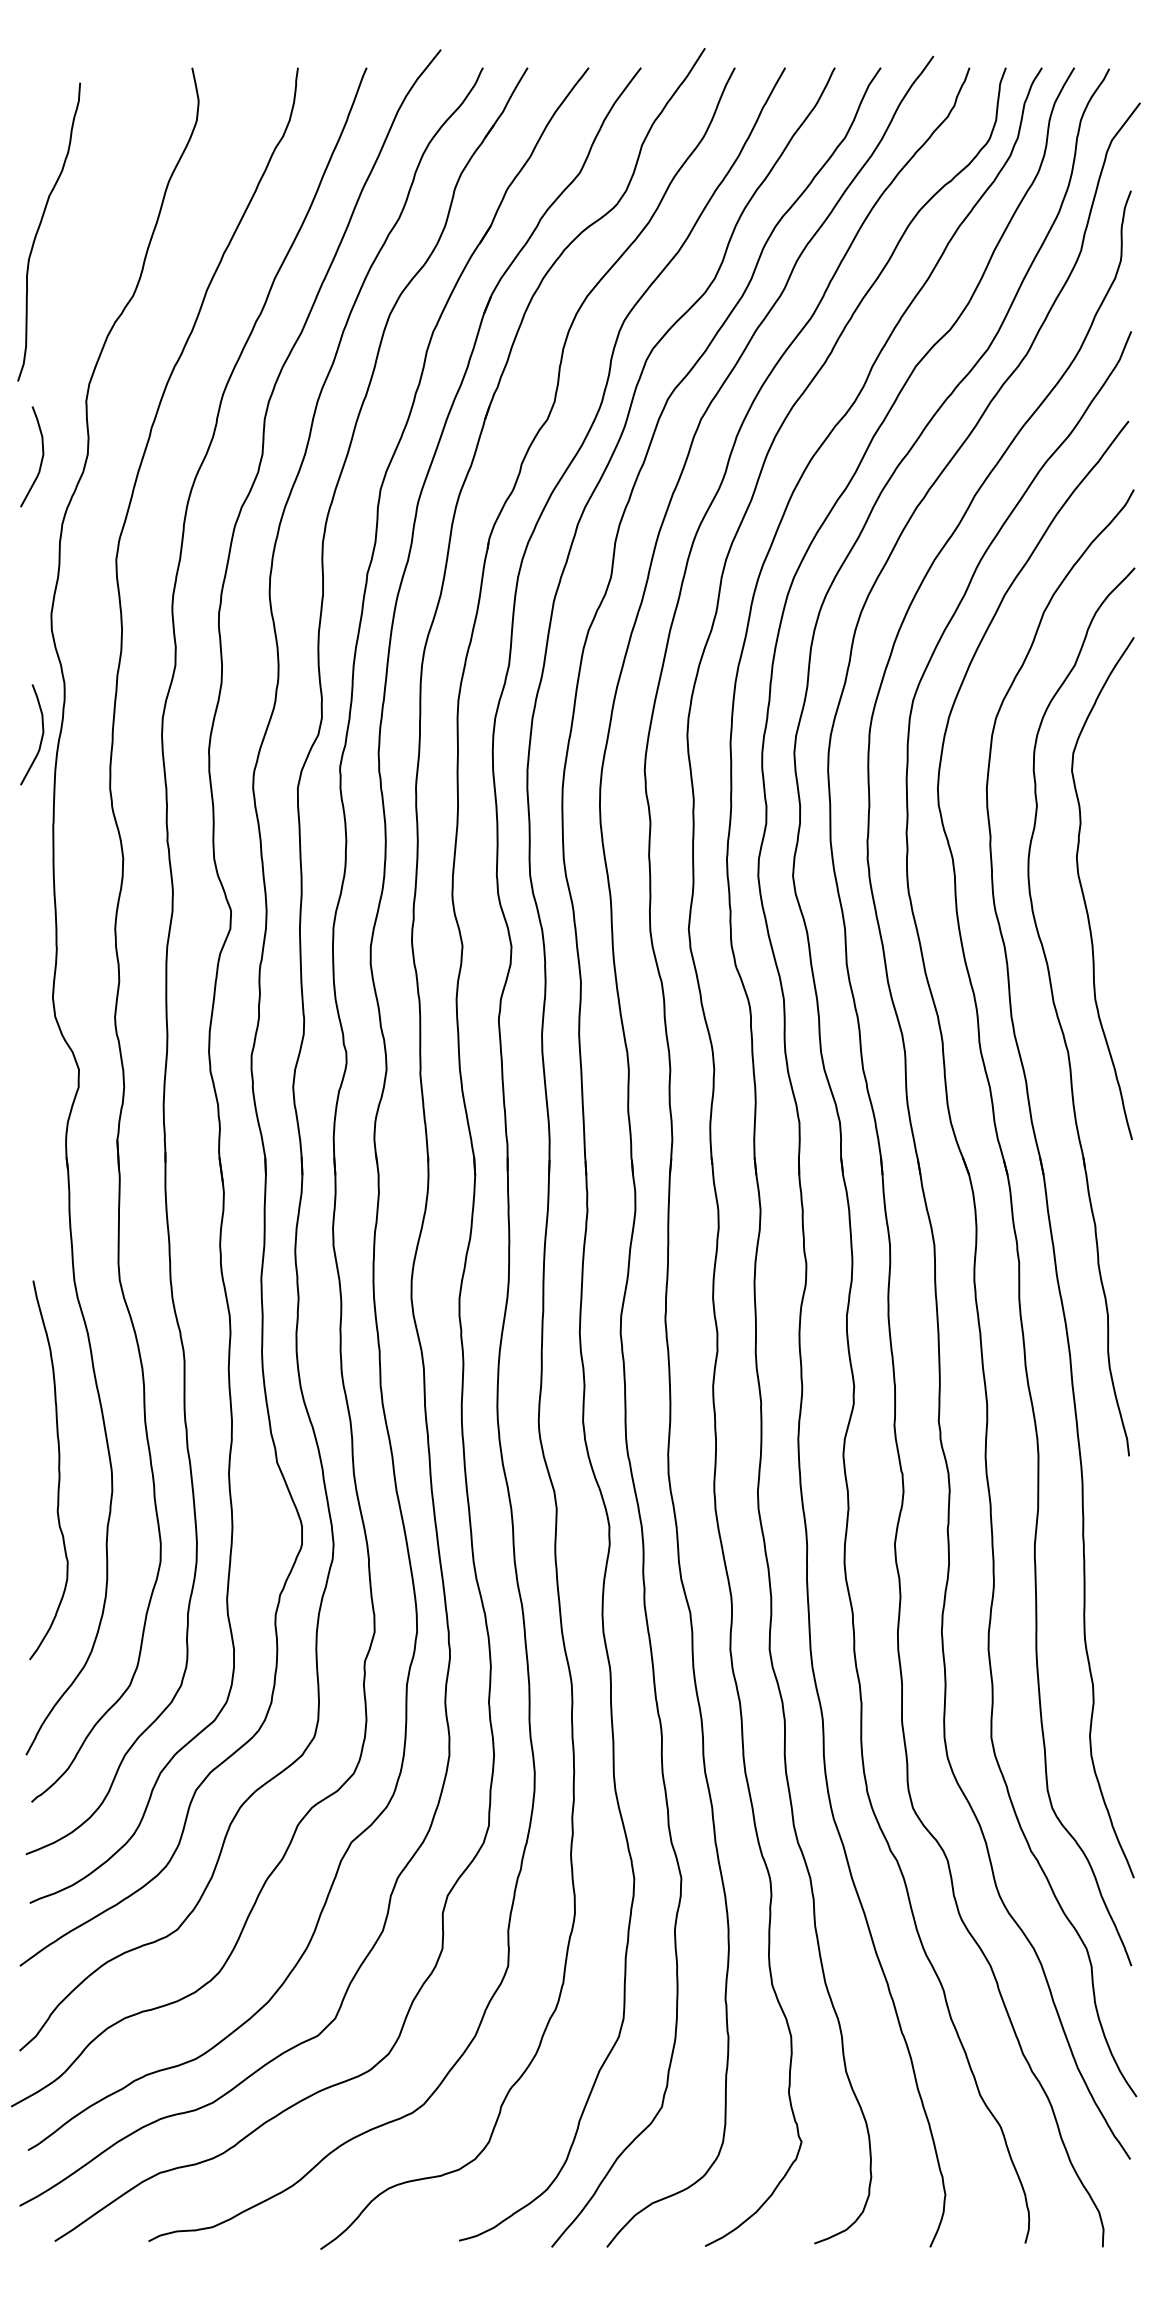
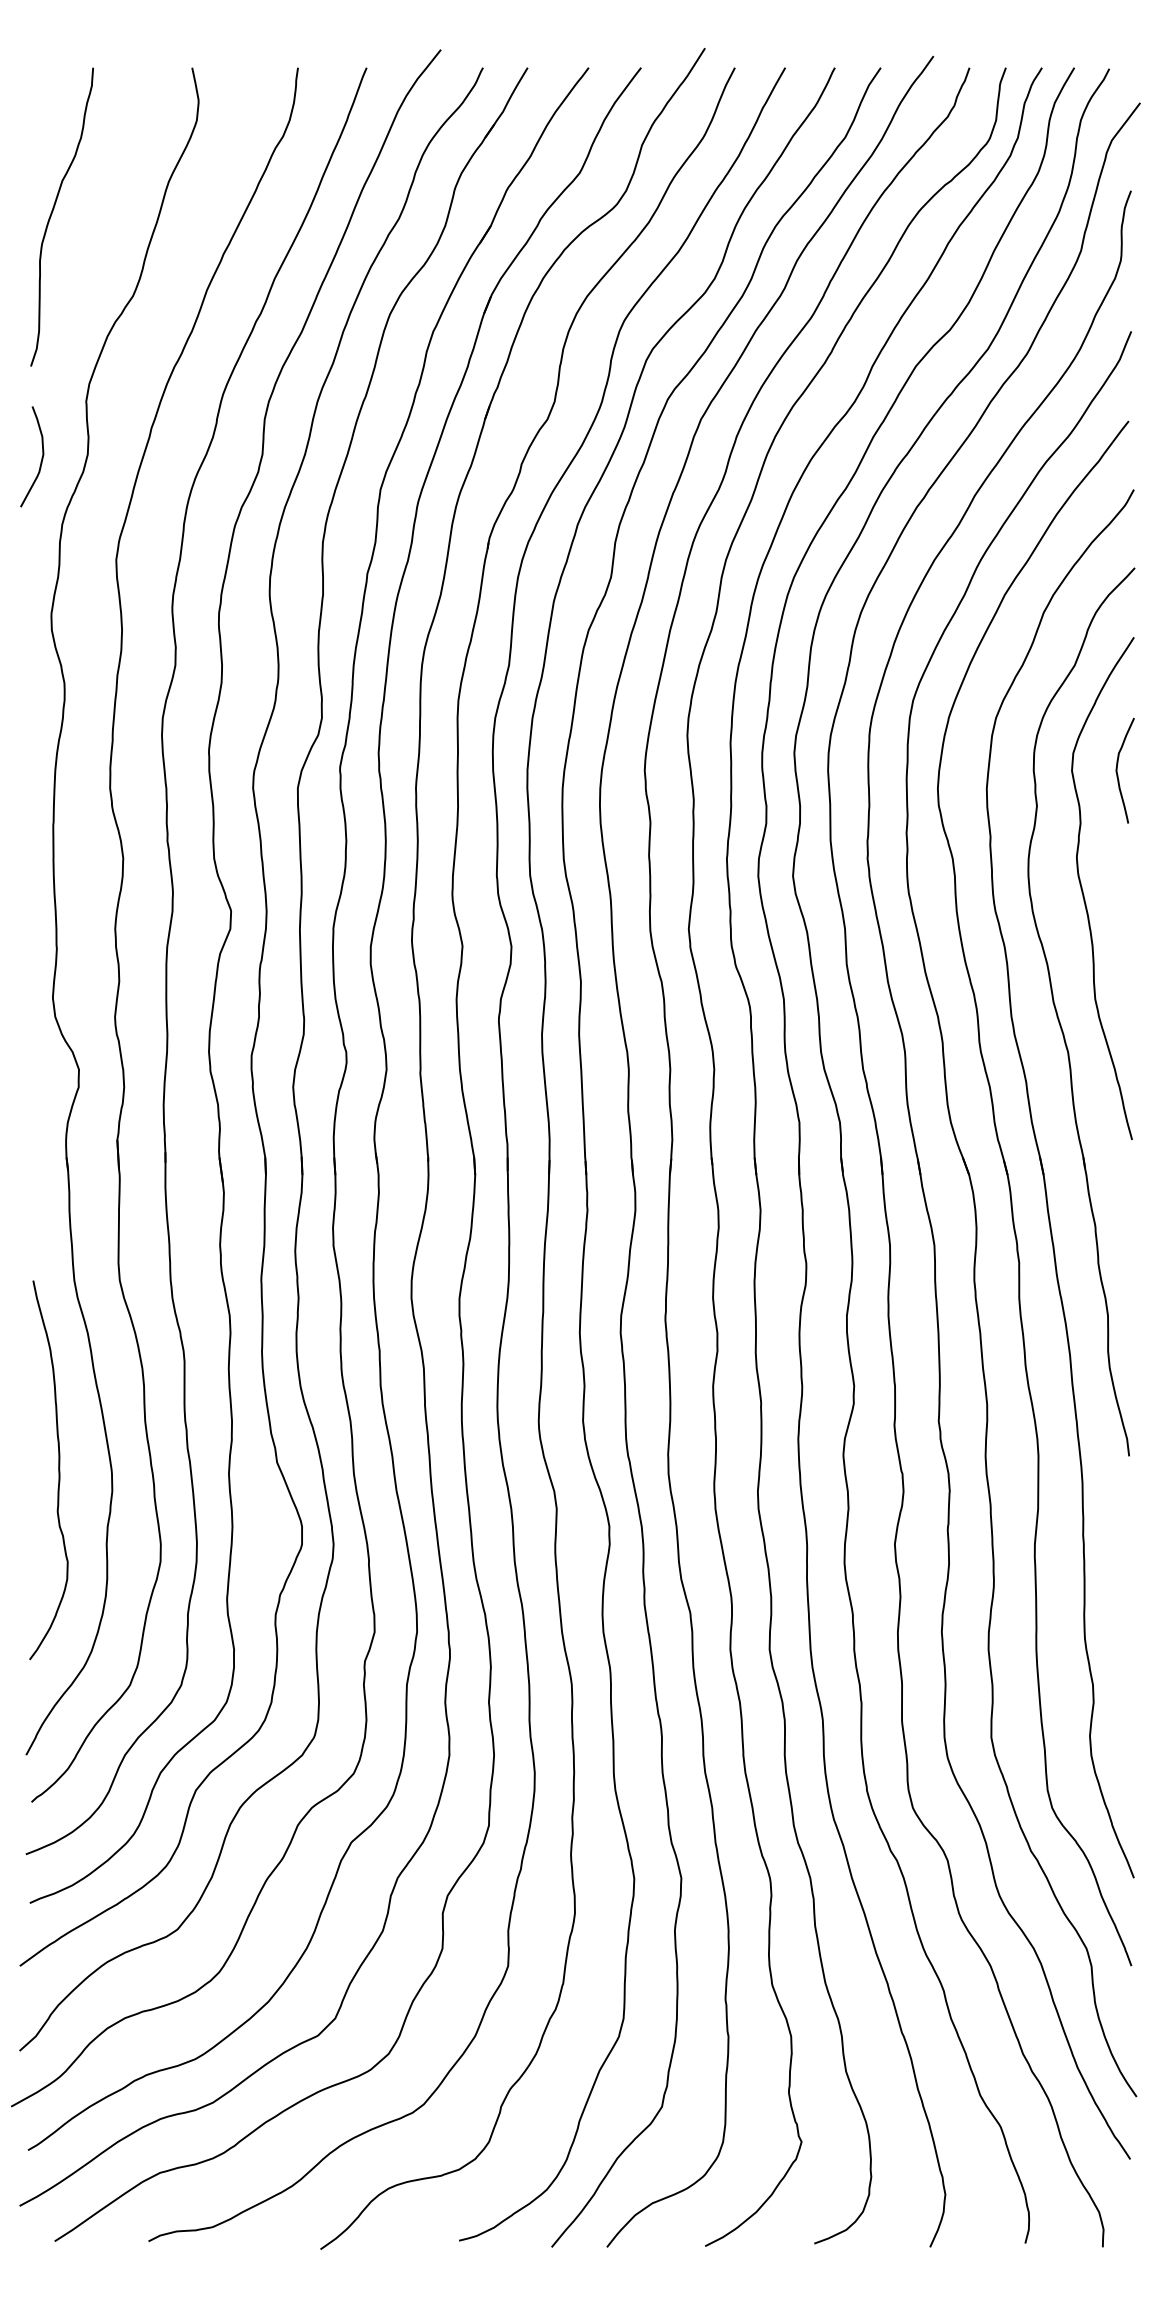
curve at (39, 229) position: (39, 229) -> (52, 214)
curve at (41, 735): present -> none
curve at (1117, 770): none -> present
